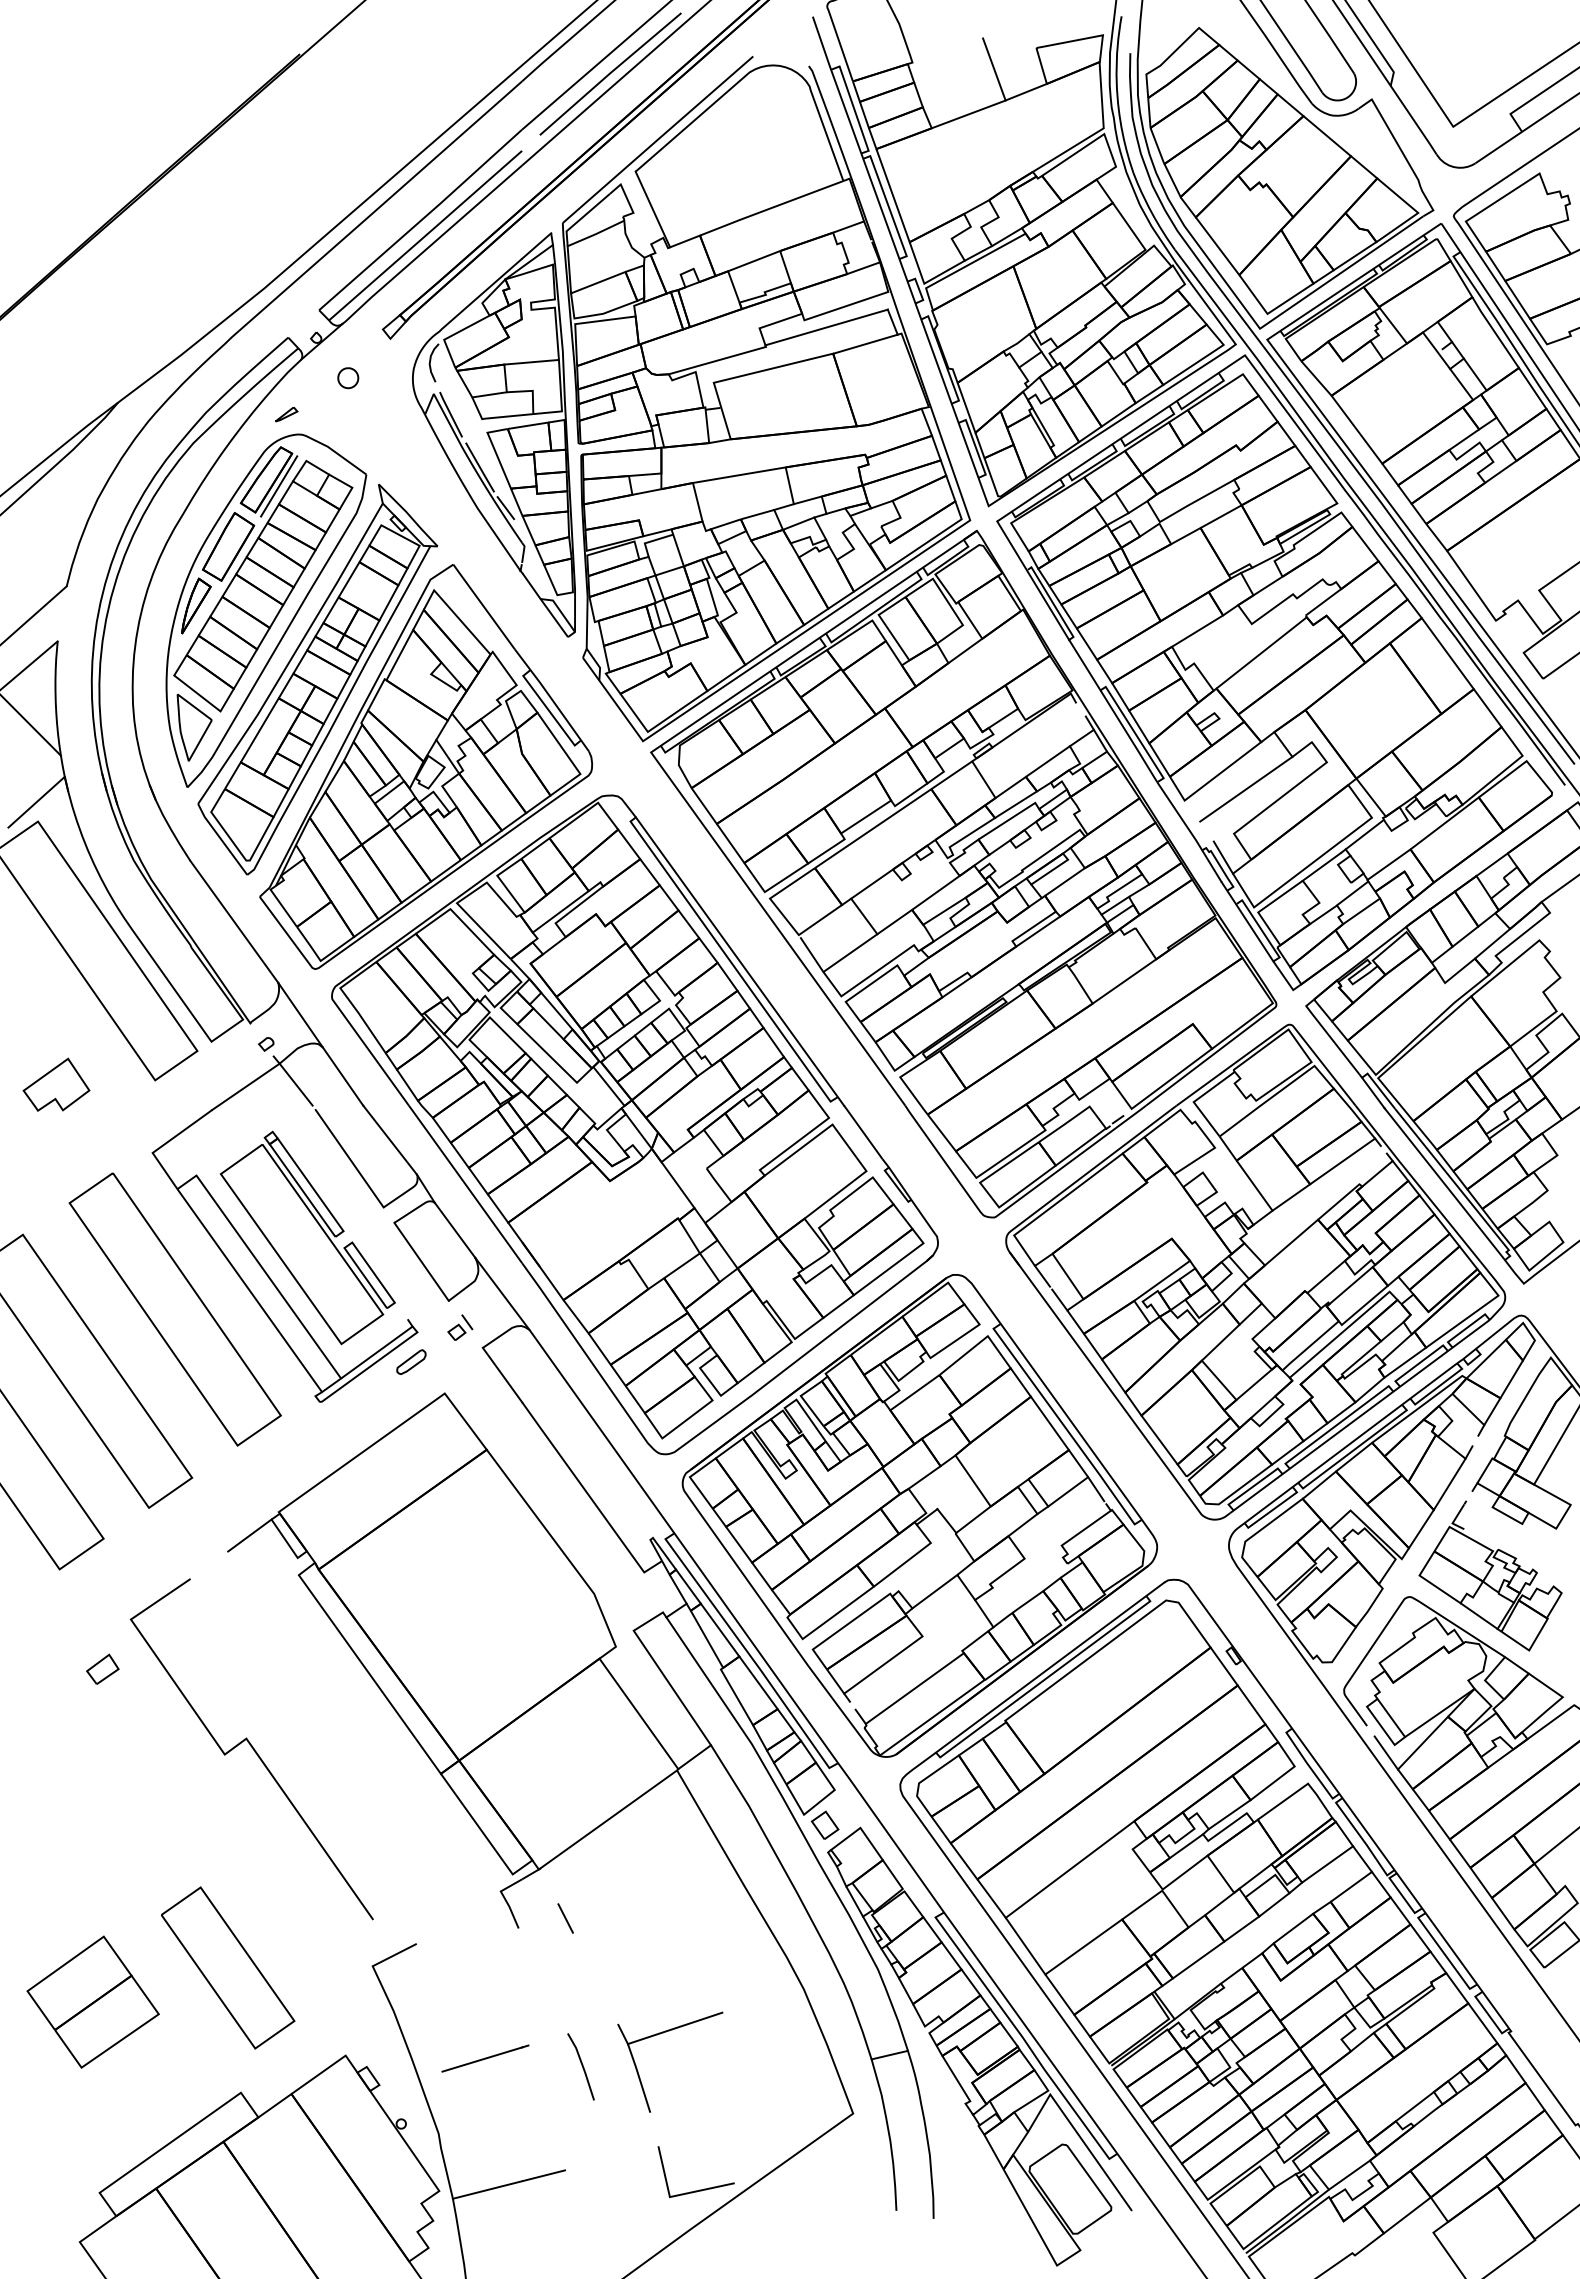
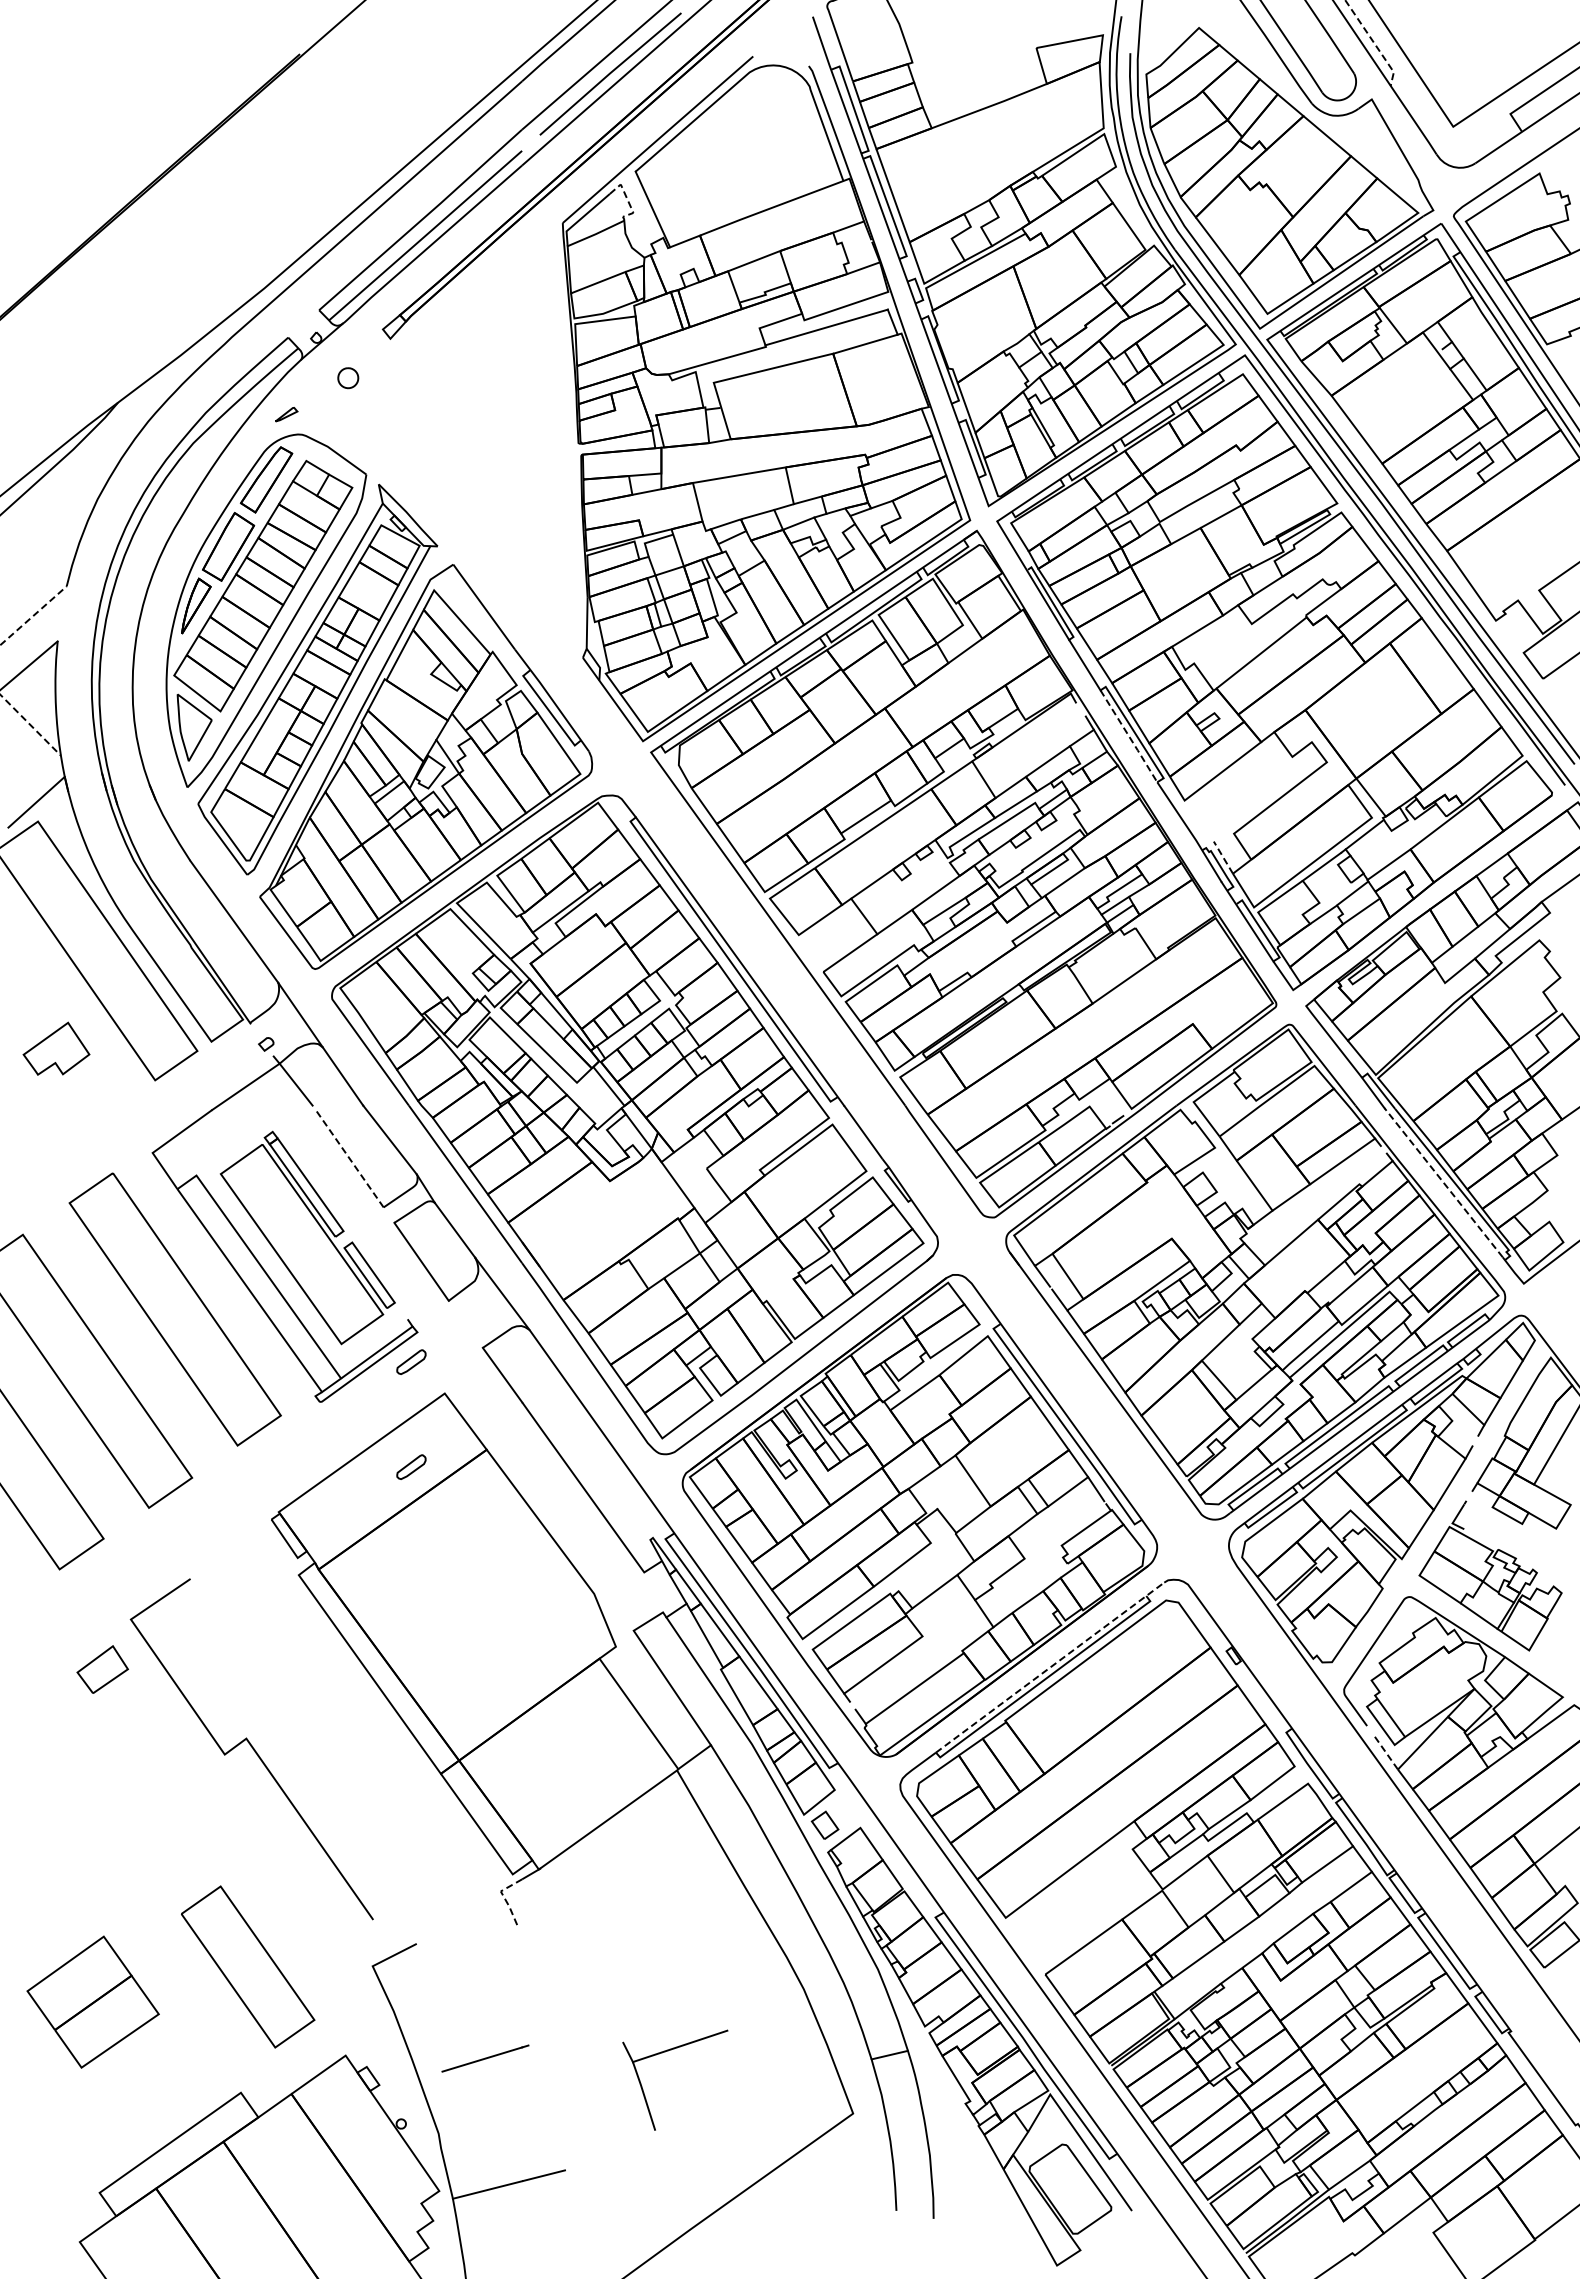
line at (1374, 43): solid -> dashed
line at (994, 69): present -> none
line at (626, 197): solid -> dashed
part at (493, 434): present -> none
line at (279, 486): present -> none
line at (33, 615): solid -> dashed
line at (30, 725): solid -> dashed
line at (1129, 736): solid -> dashed
line at (1246, 788): present -> none
line at (1223, 857): solid -> dashed
line at (811, 955): present -> none
part at (56, 1084) position: (56, 1084) -> (56, 1048)
line at (349, 1158): solid -> dashed
line at (1443, 1182): solid -> dashed
part at (460, 1327): present -> none
part at (411, 1466): none -> present
line at (249, 1535): present -> none
line at (1050, 1667): solid -> dashed
part at (102, 1668) size: 34x32 px -> 53x49 px
line at (1386, 1752): solid -> dashed
line at (505, 1899): solid -> dashed
line at (565, 1918): present -> none
line at (1025, 1945): present -> none
part at (228, 1967) position: (228, 1967) -> (248, 1966)
part at (660, 2034) position: (660, 2034) -> (665, 2052)
line at (581, 2065): present -> none
line at (699, 2189): present -> none
